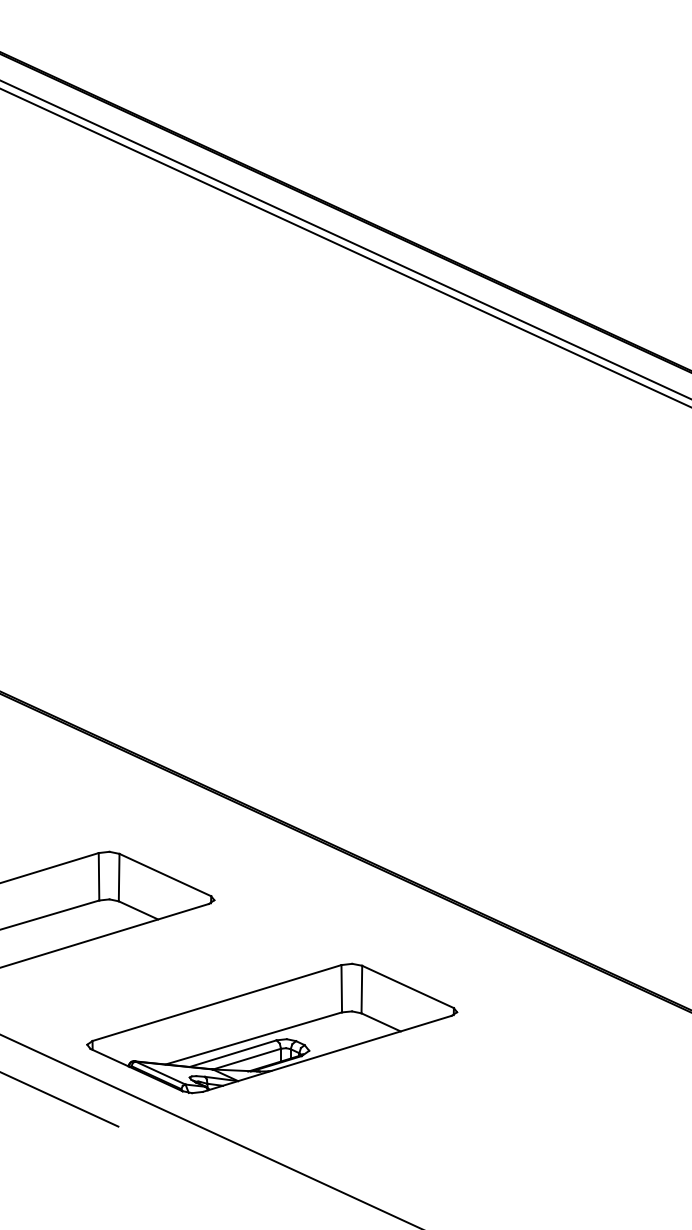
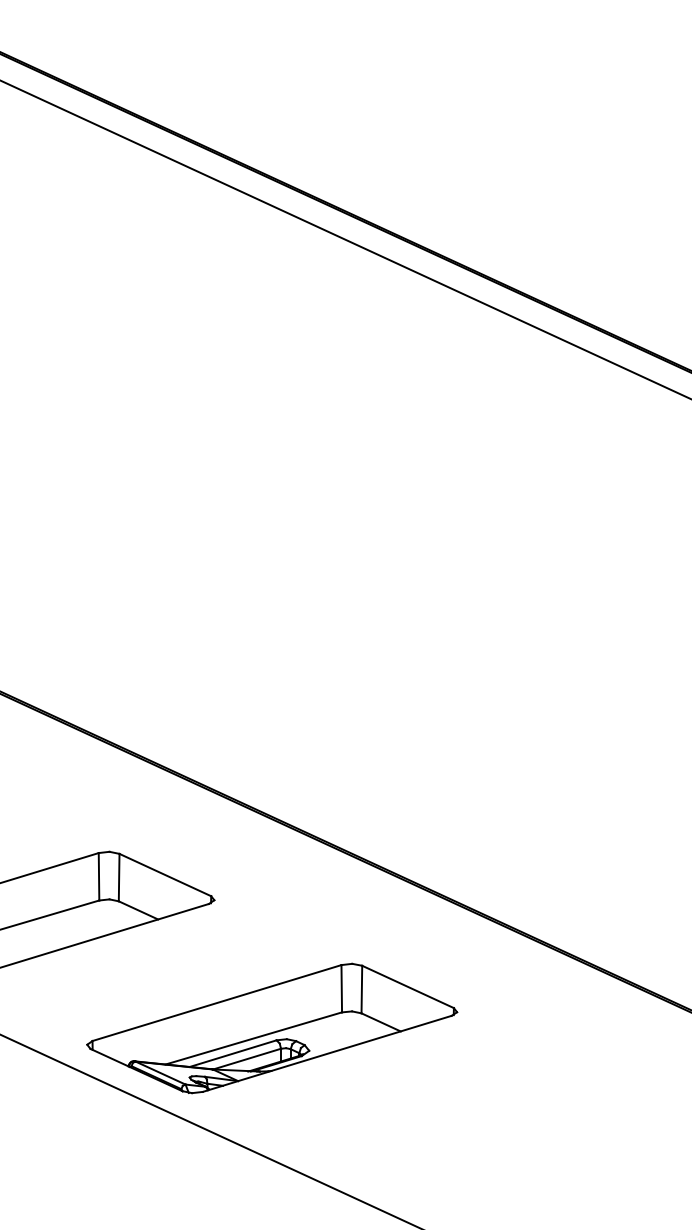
line at (345, 247): present -> none
line at (60, 1099): present -> none
